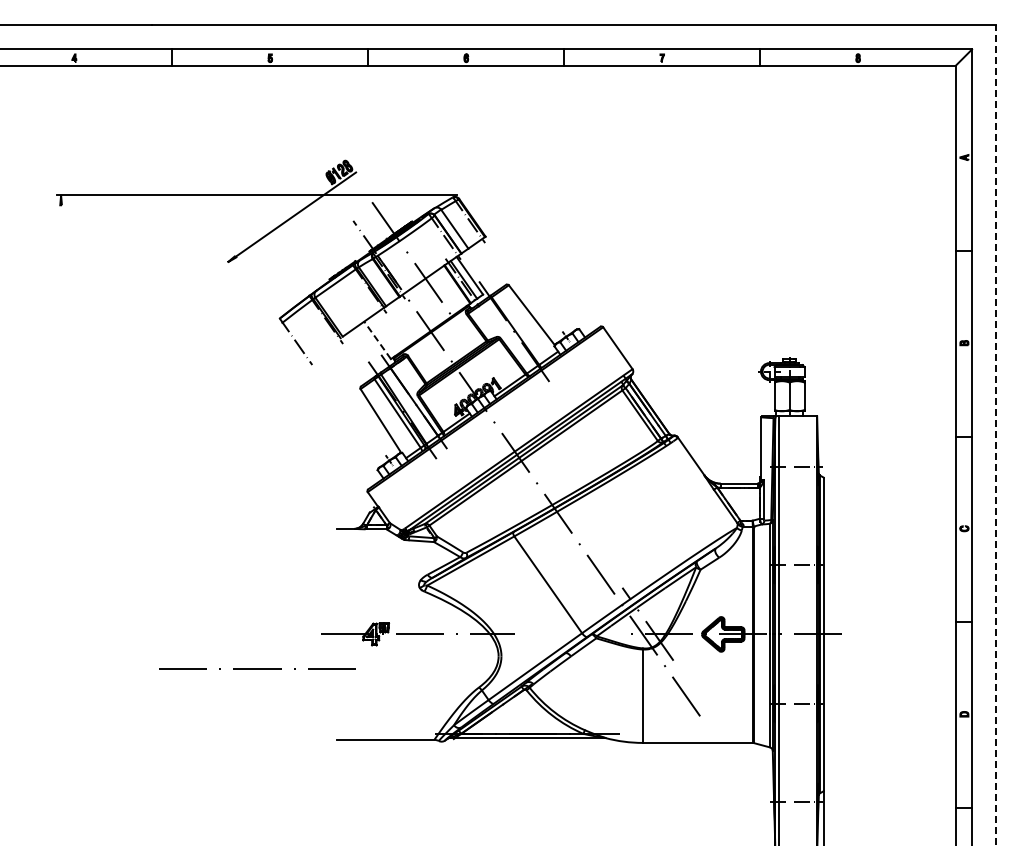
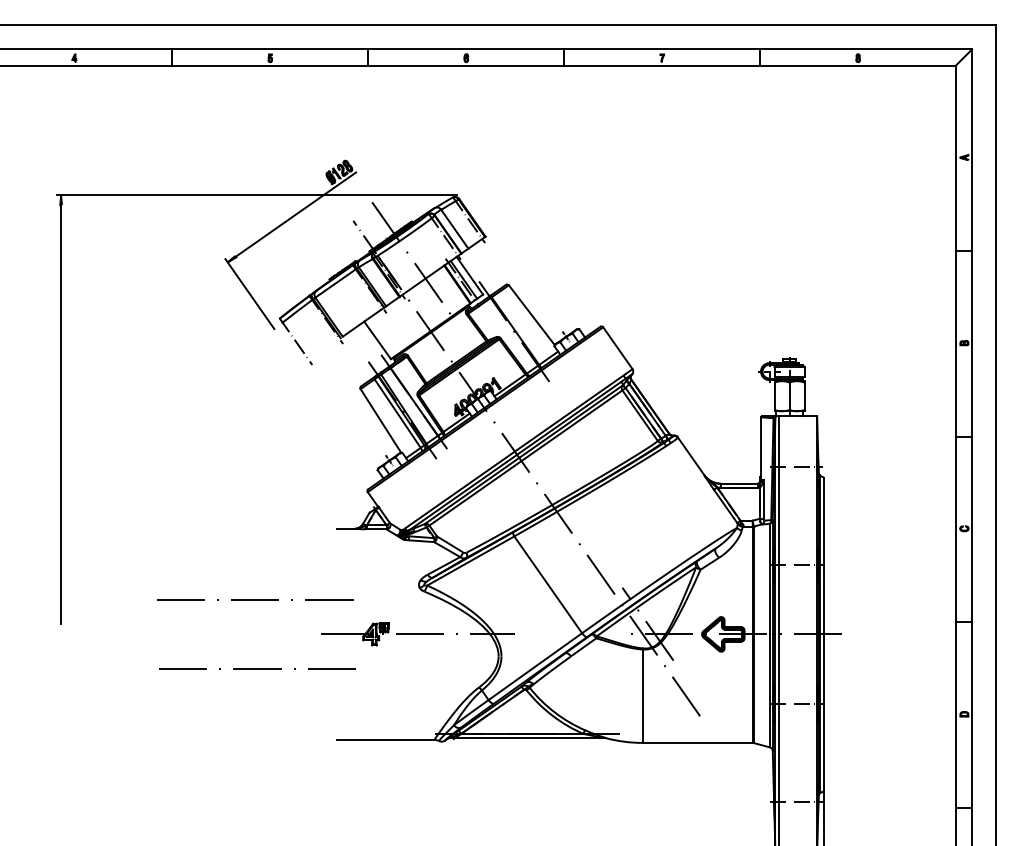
line at (249, 294): none -> present
line at (377, 339): dashed -> solid
line at (61, 414): none -> present
line at (996, 435): dashed -> solid
line at (255, 599): none -> present
